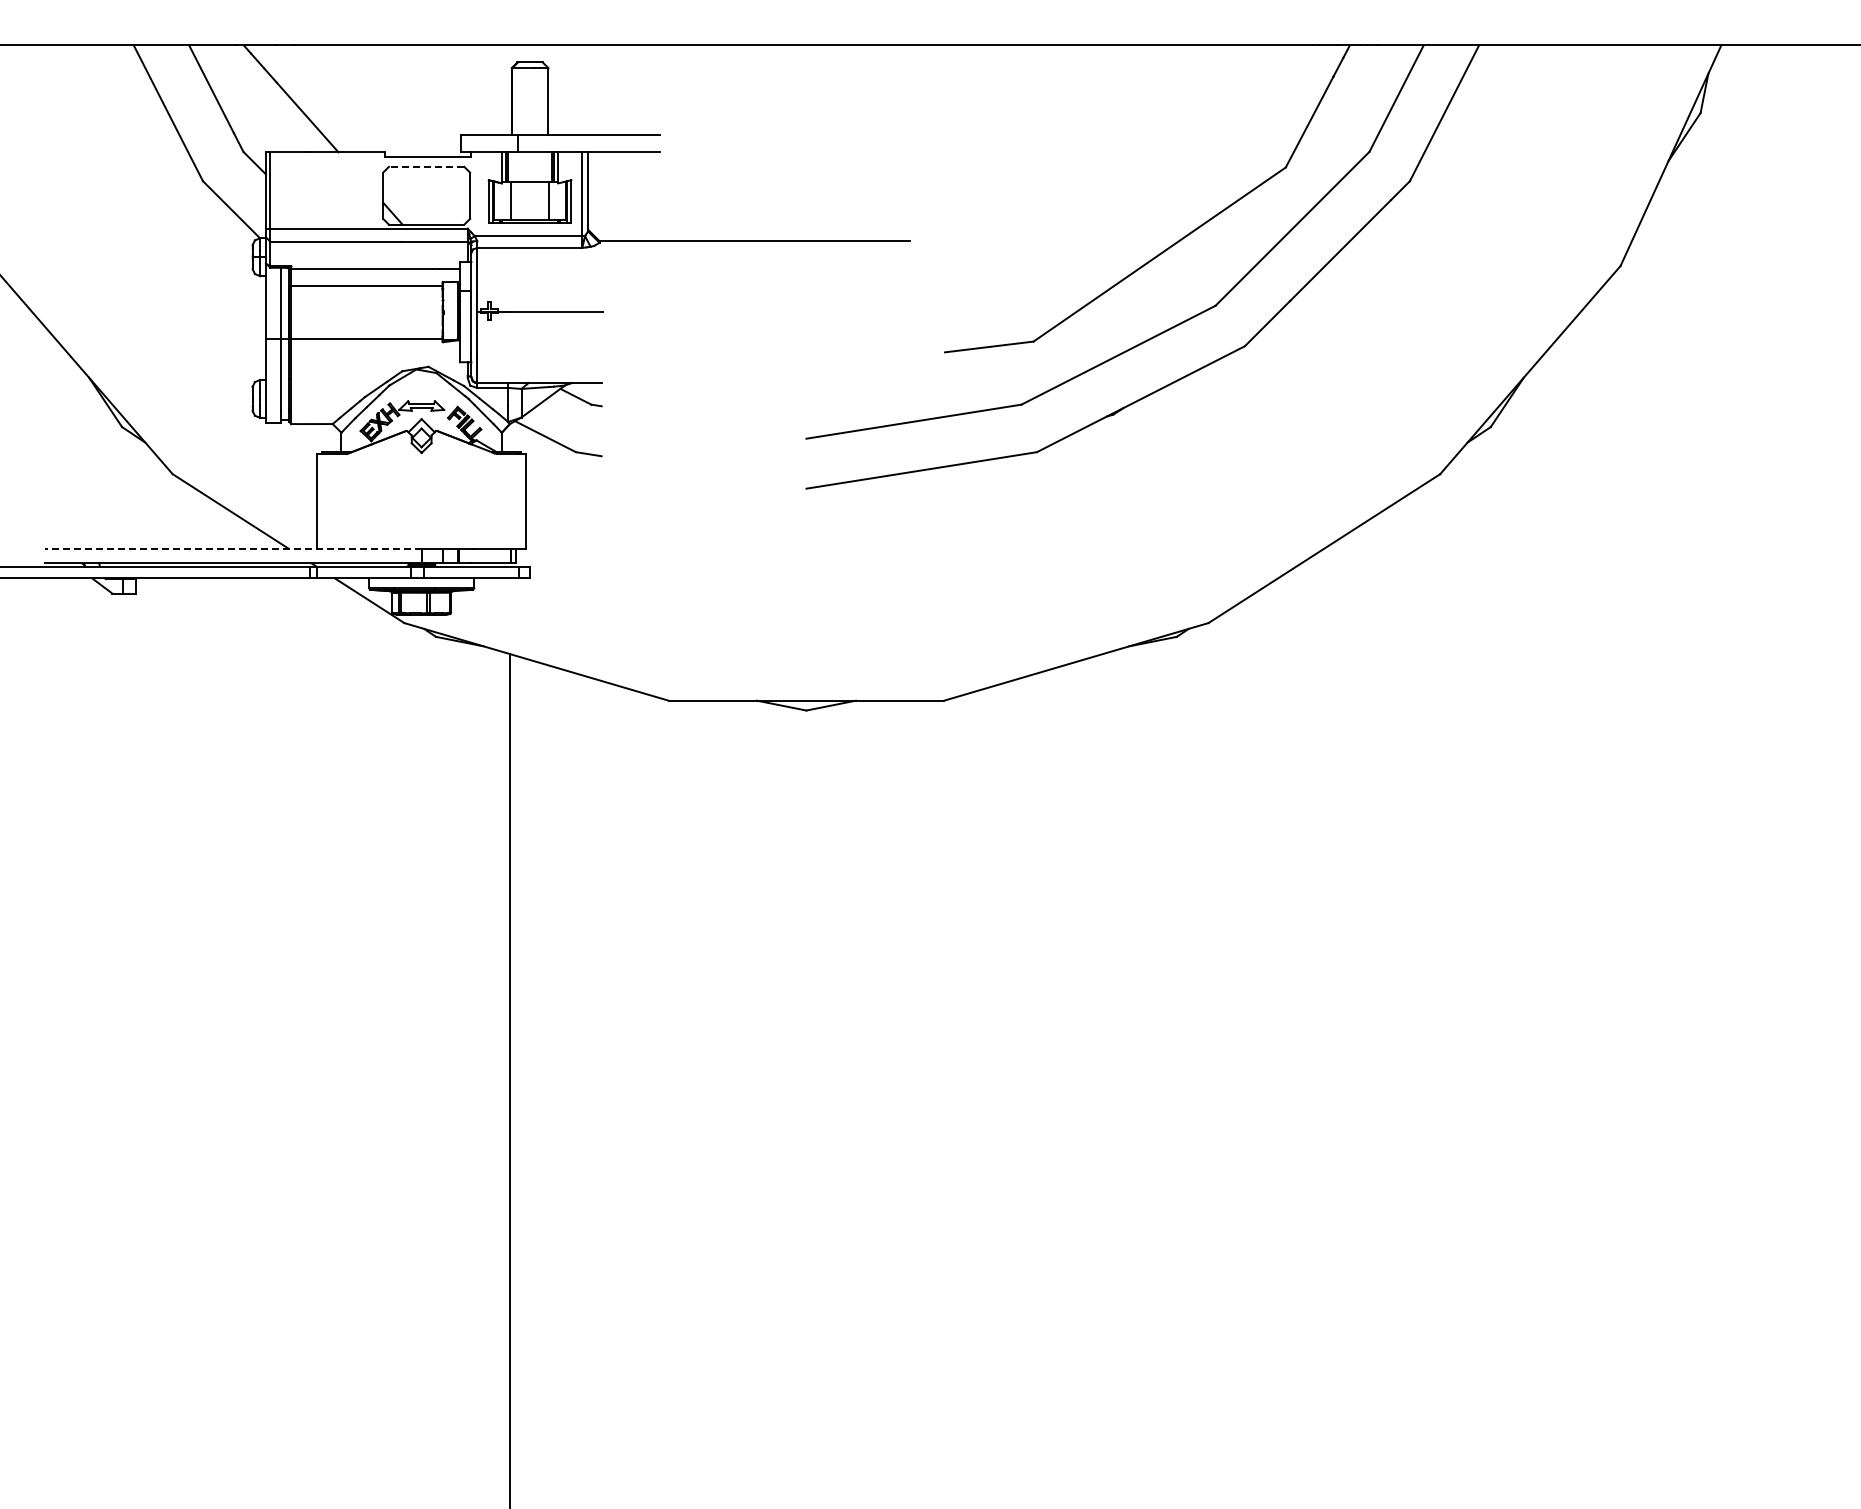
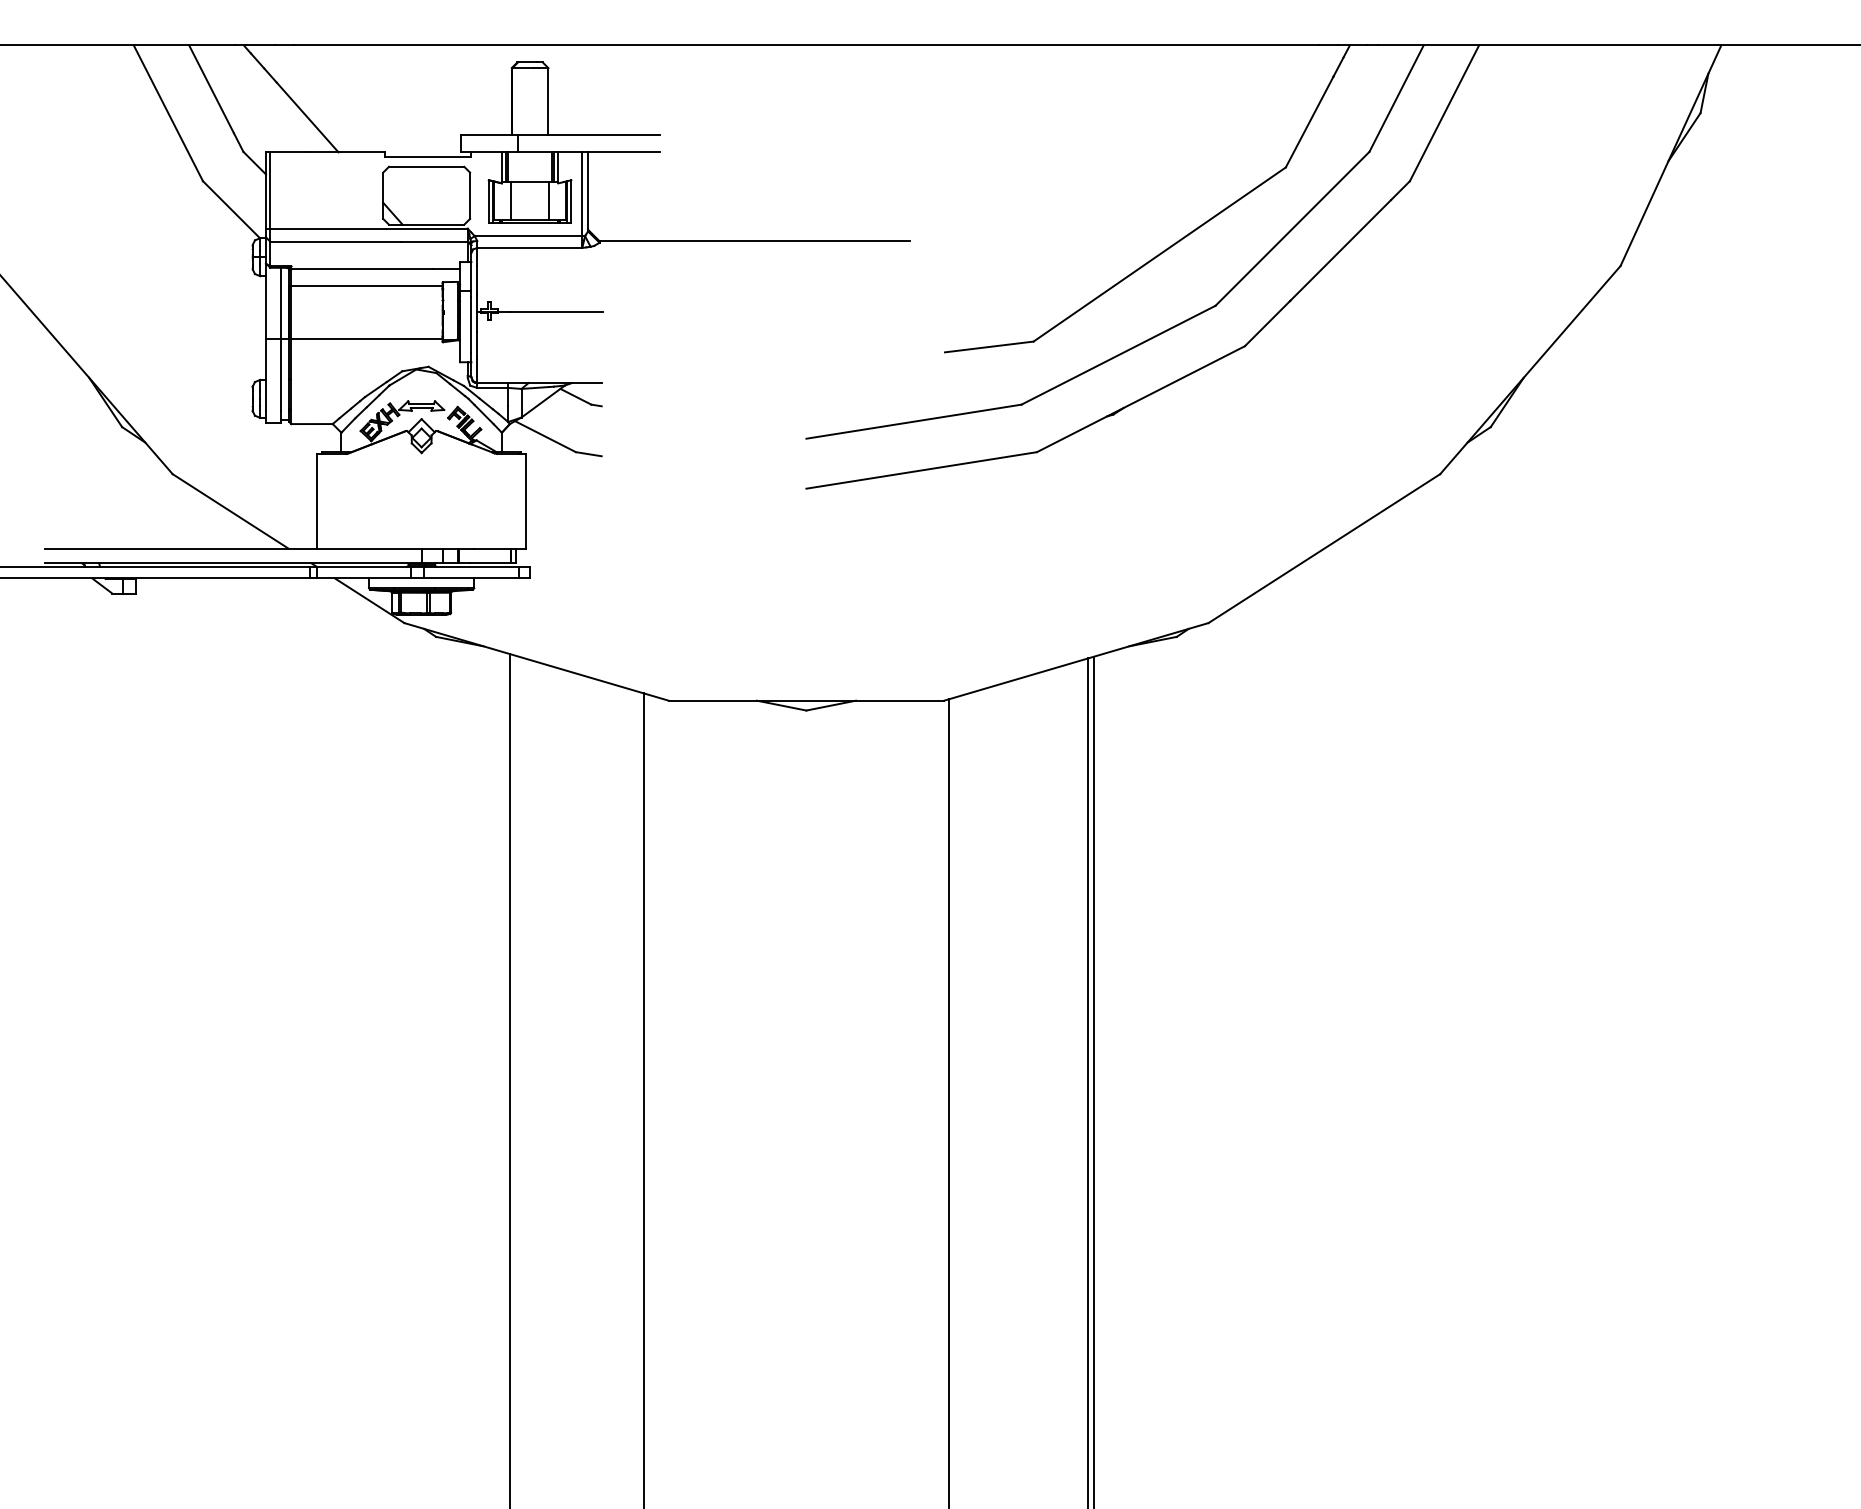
line at (426, 166): dashed -> solid
line at (233, 548): dashed -> solid
line at (1093, 1080): none -> present
line at (1088, 1081): none -> present
line at (644, 1099): none -> present
line at (948, 1102): none -> present
